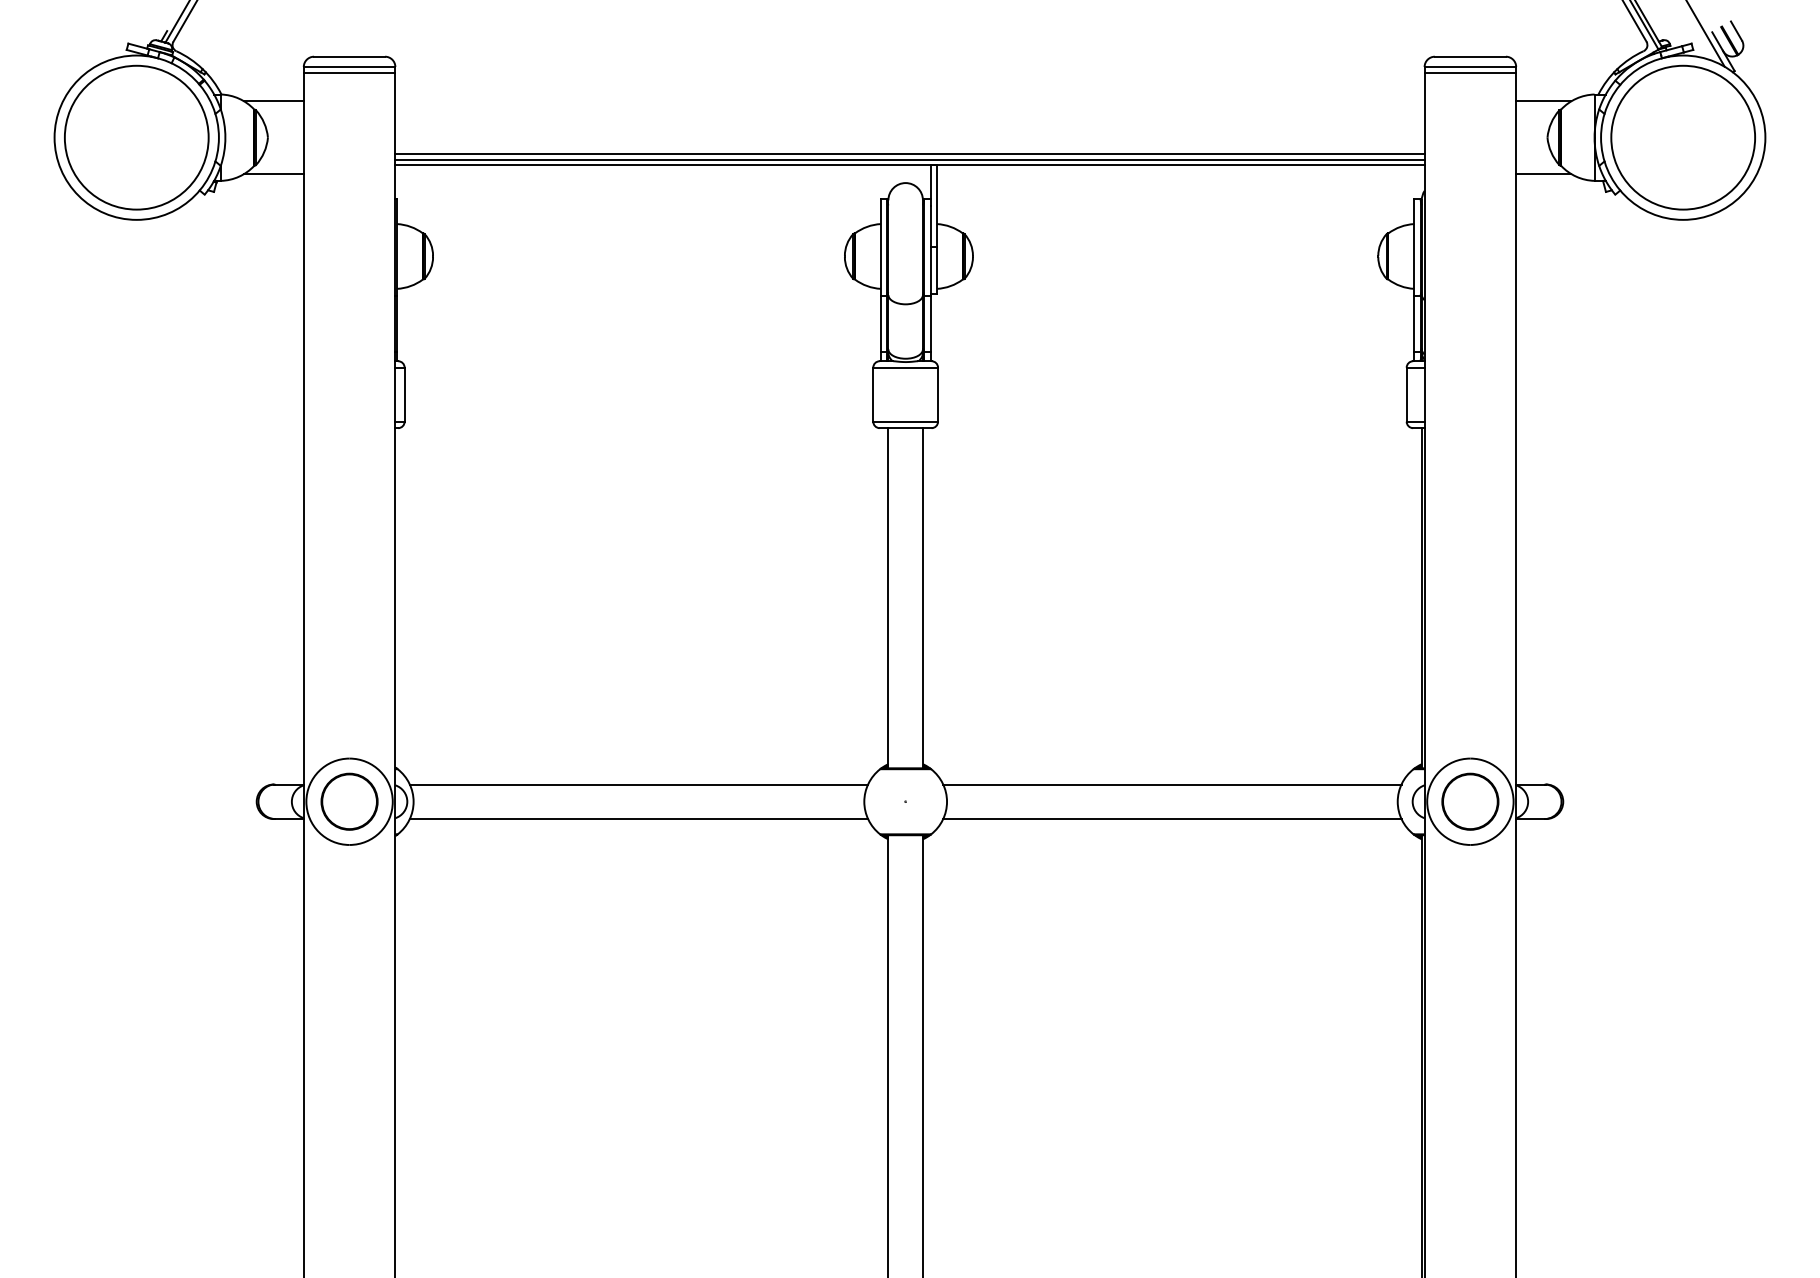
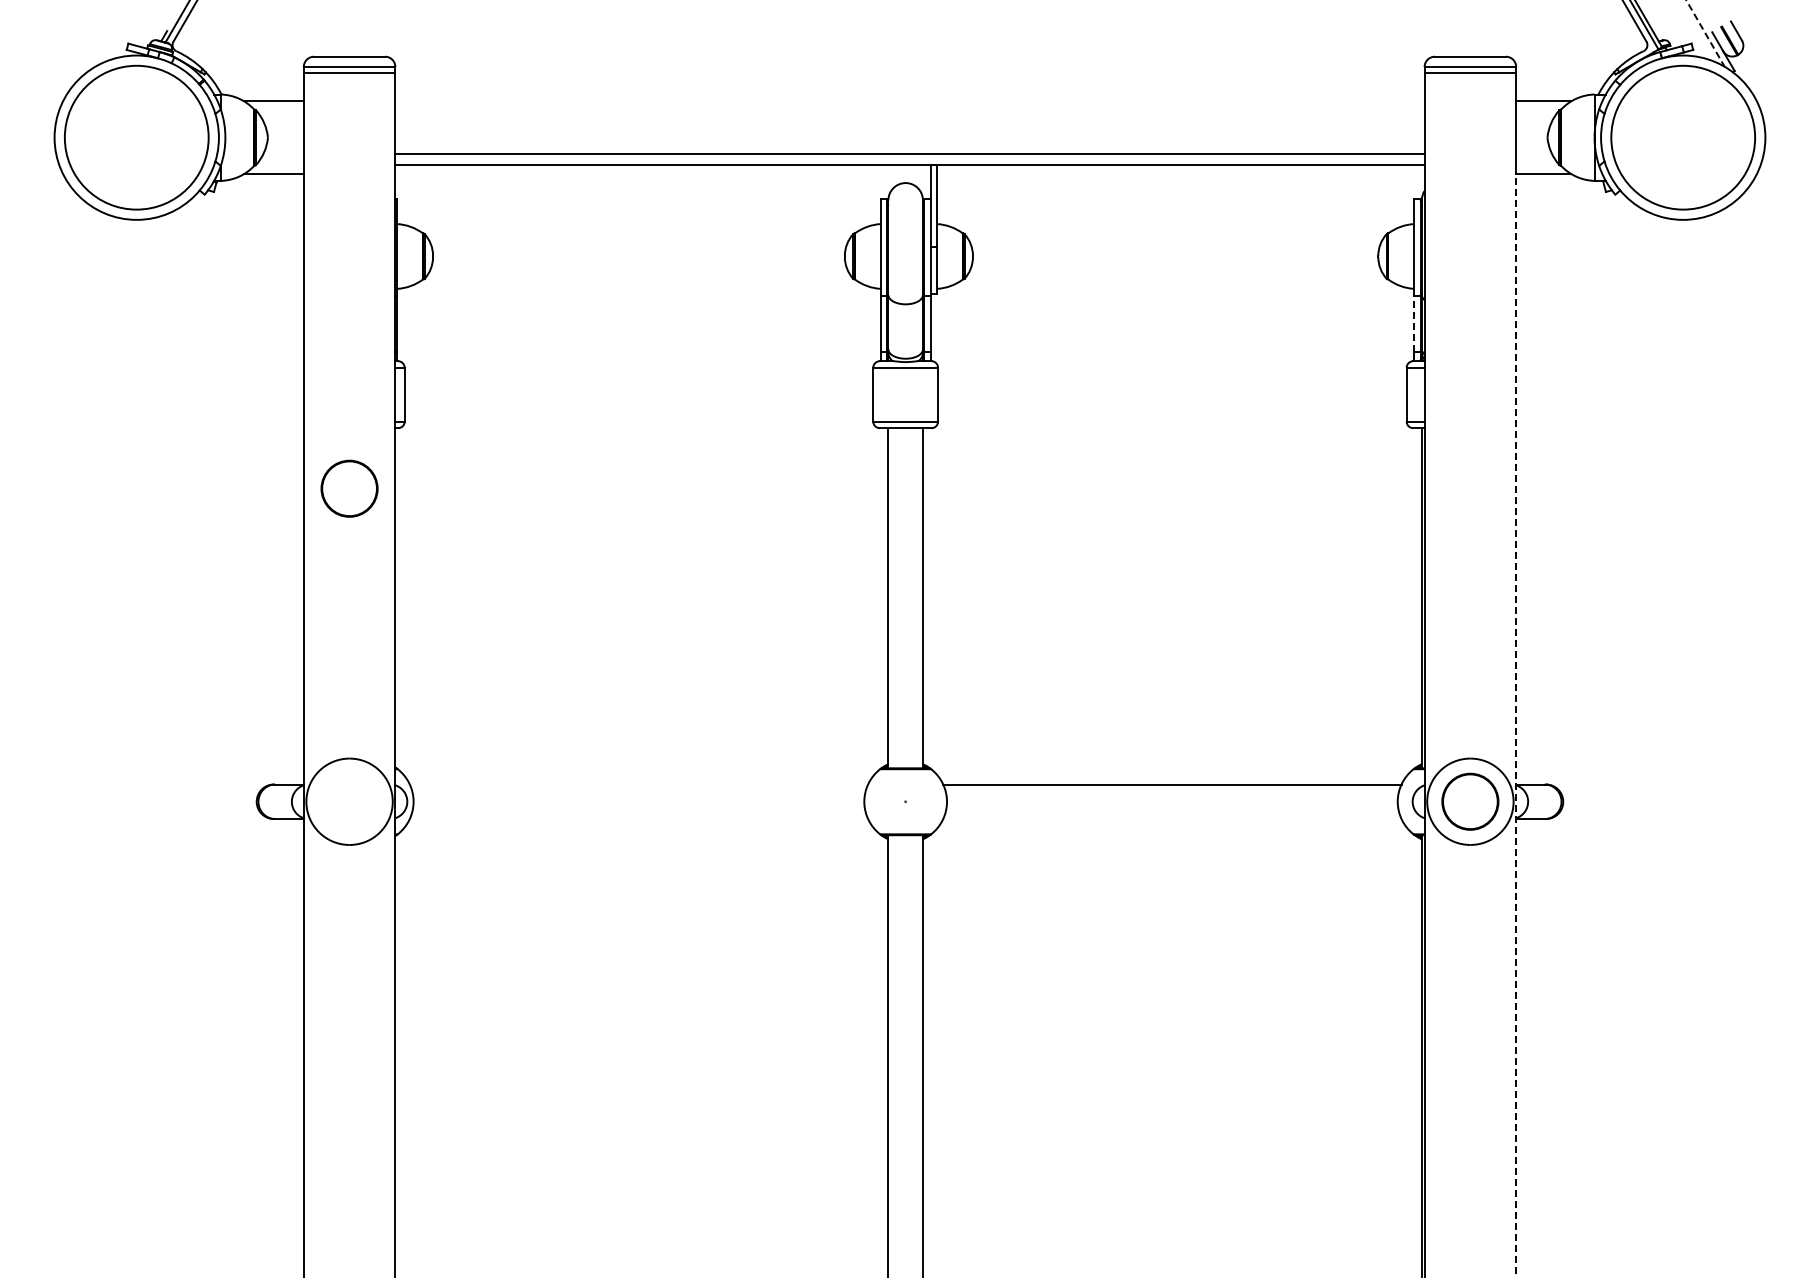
line at (1705, 34): solid -> dashed
line at (909, 160): present -> none
line at (1414, 323): solid -> dashed
line at (1516, 725): solid -> dashed
line at (638, 784): present -> none
circle at (349, 801) position: (349, 801) -> (349, 488)
line at (638, 819): present -> none
line at (1172, 819): present -> none
